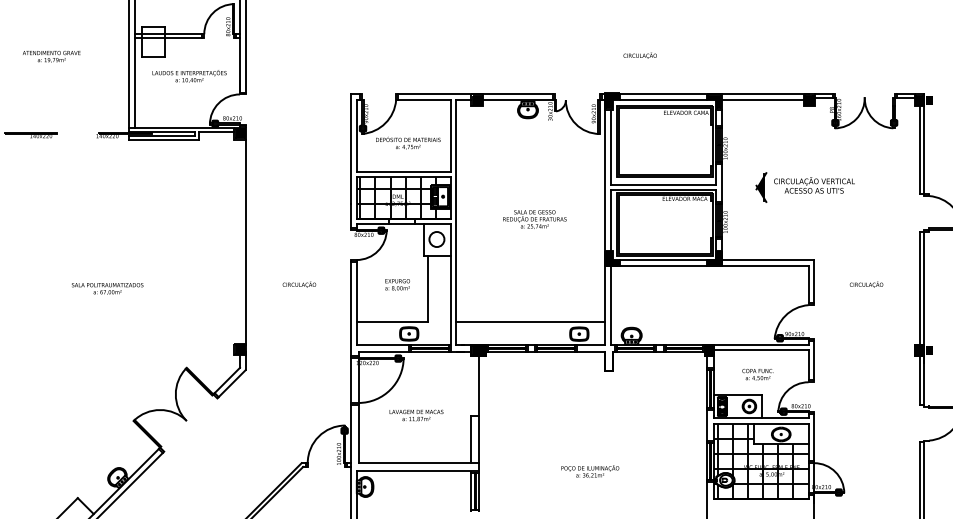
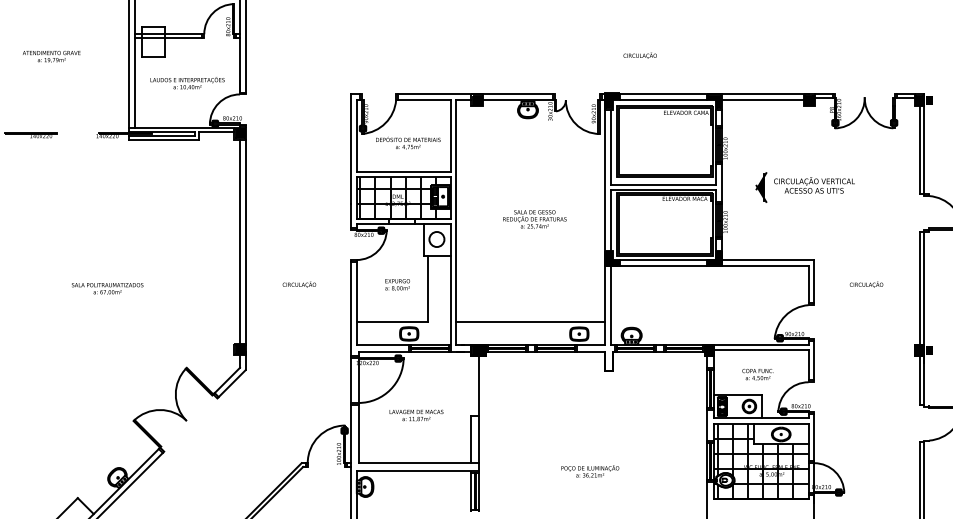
text at (189, 76) position: (189, 76) -> (187, 83)
line at (240, 241): none -> present
